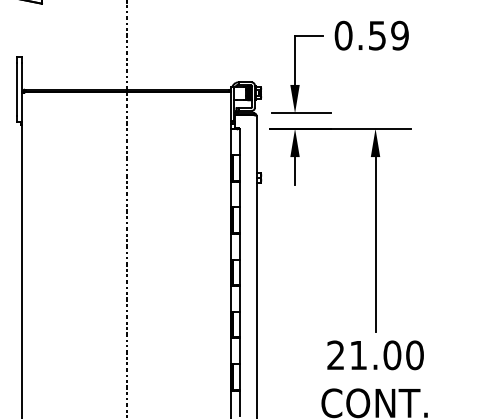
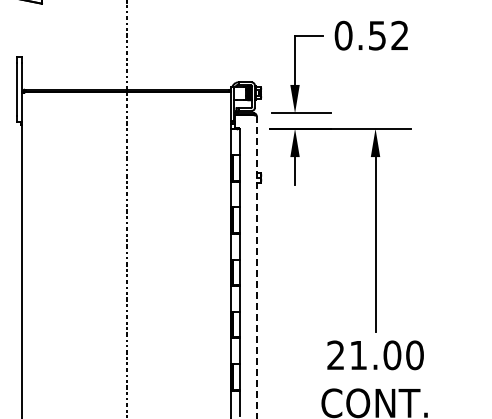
text at (399, 35): 0.59 -> 0.52
line at (256, 267): solid -> dashed
